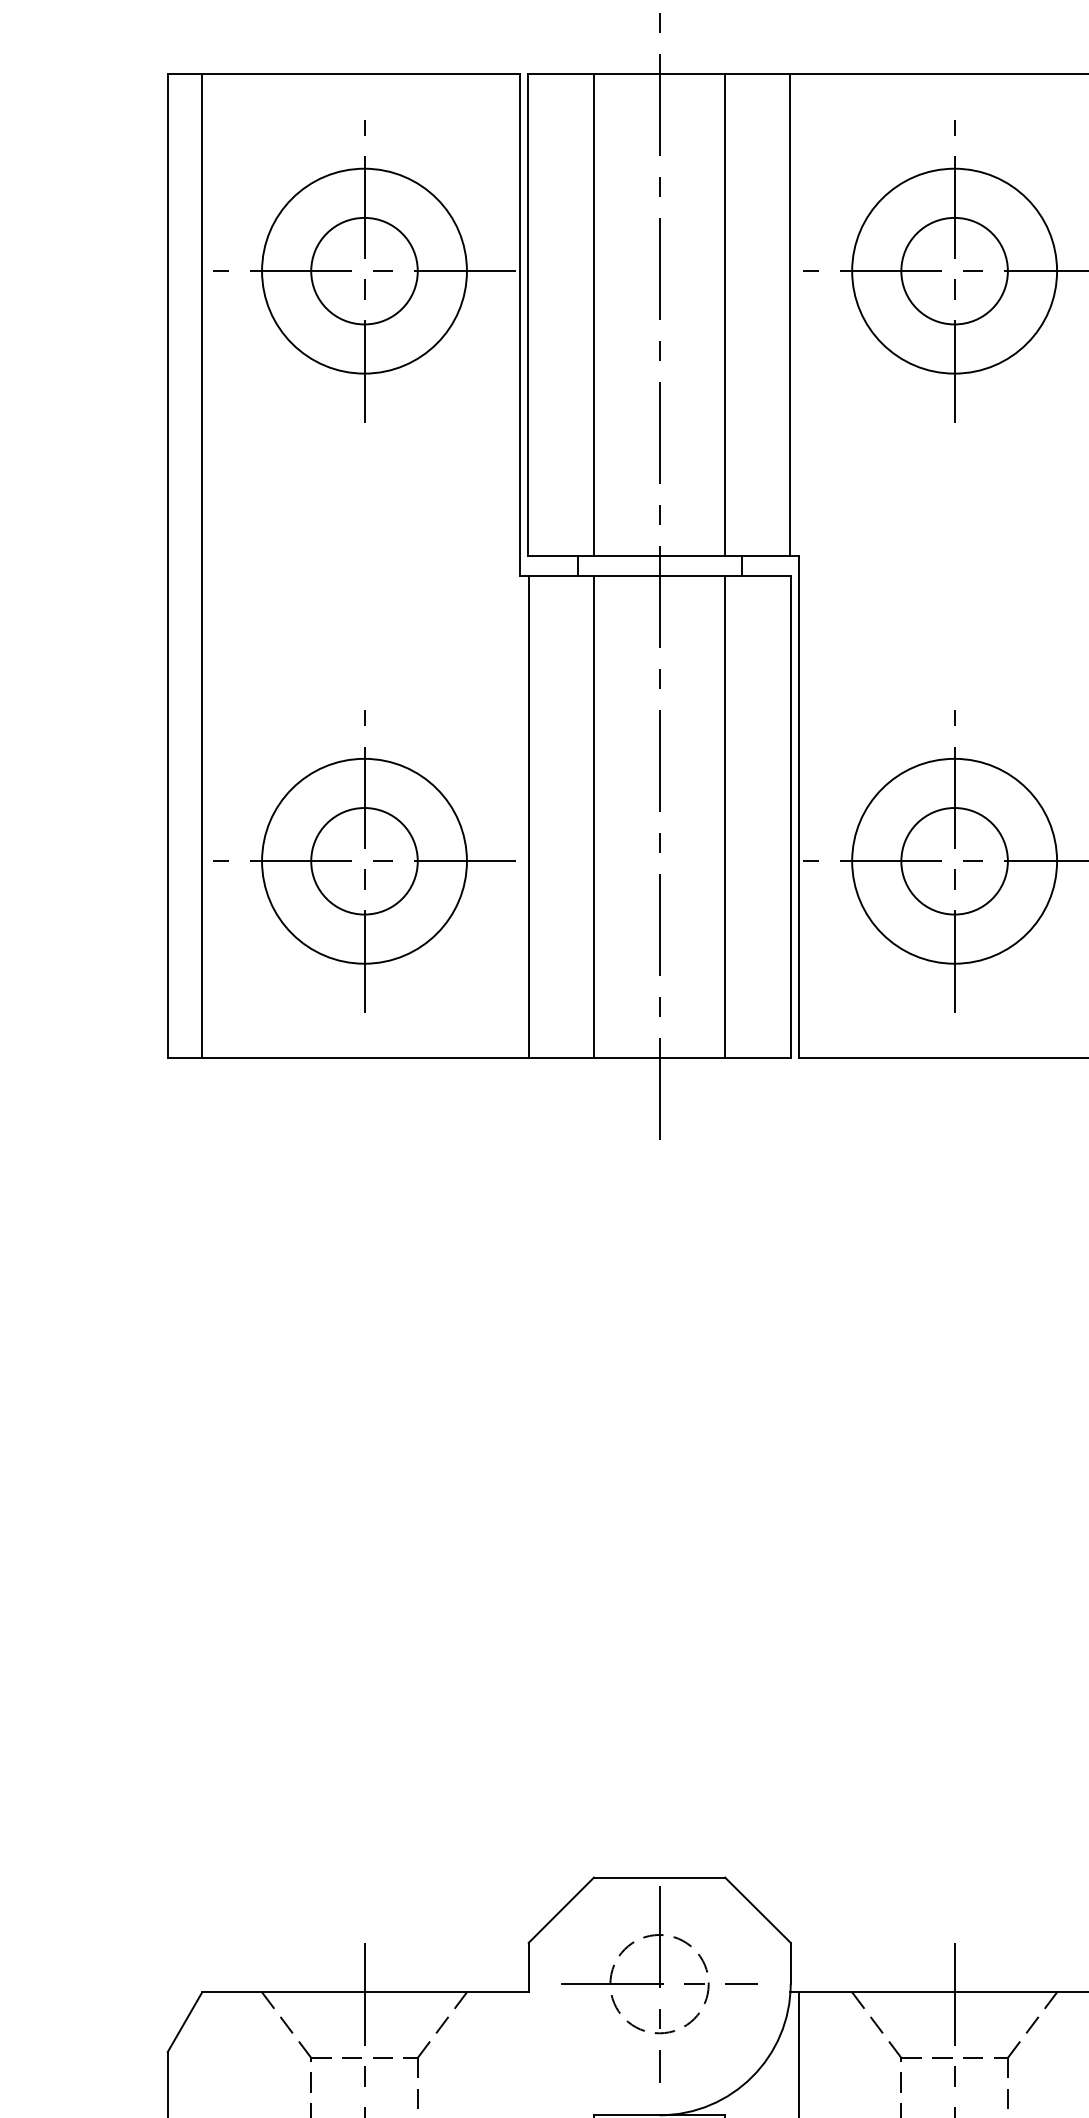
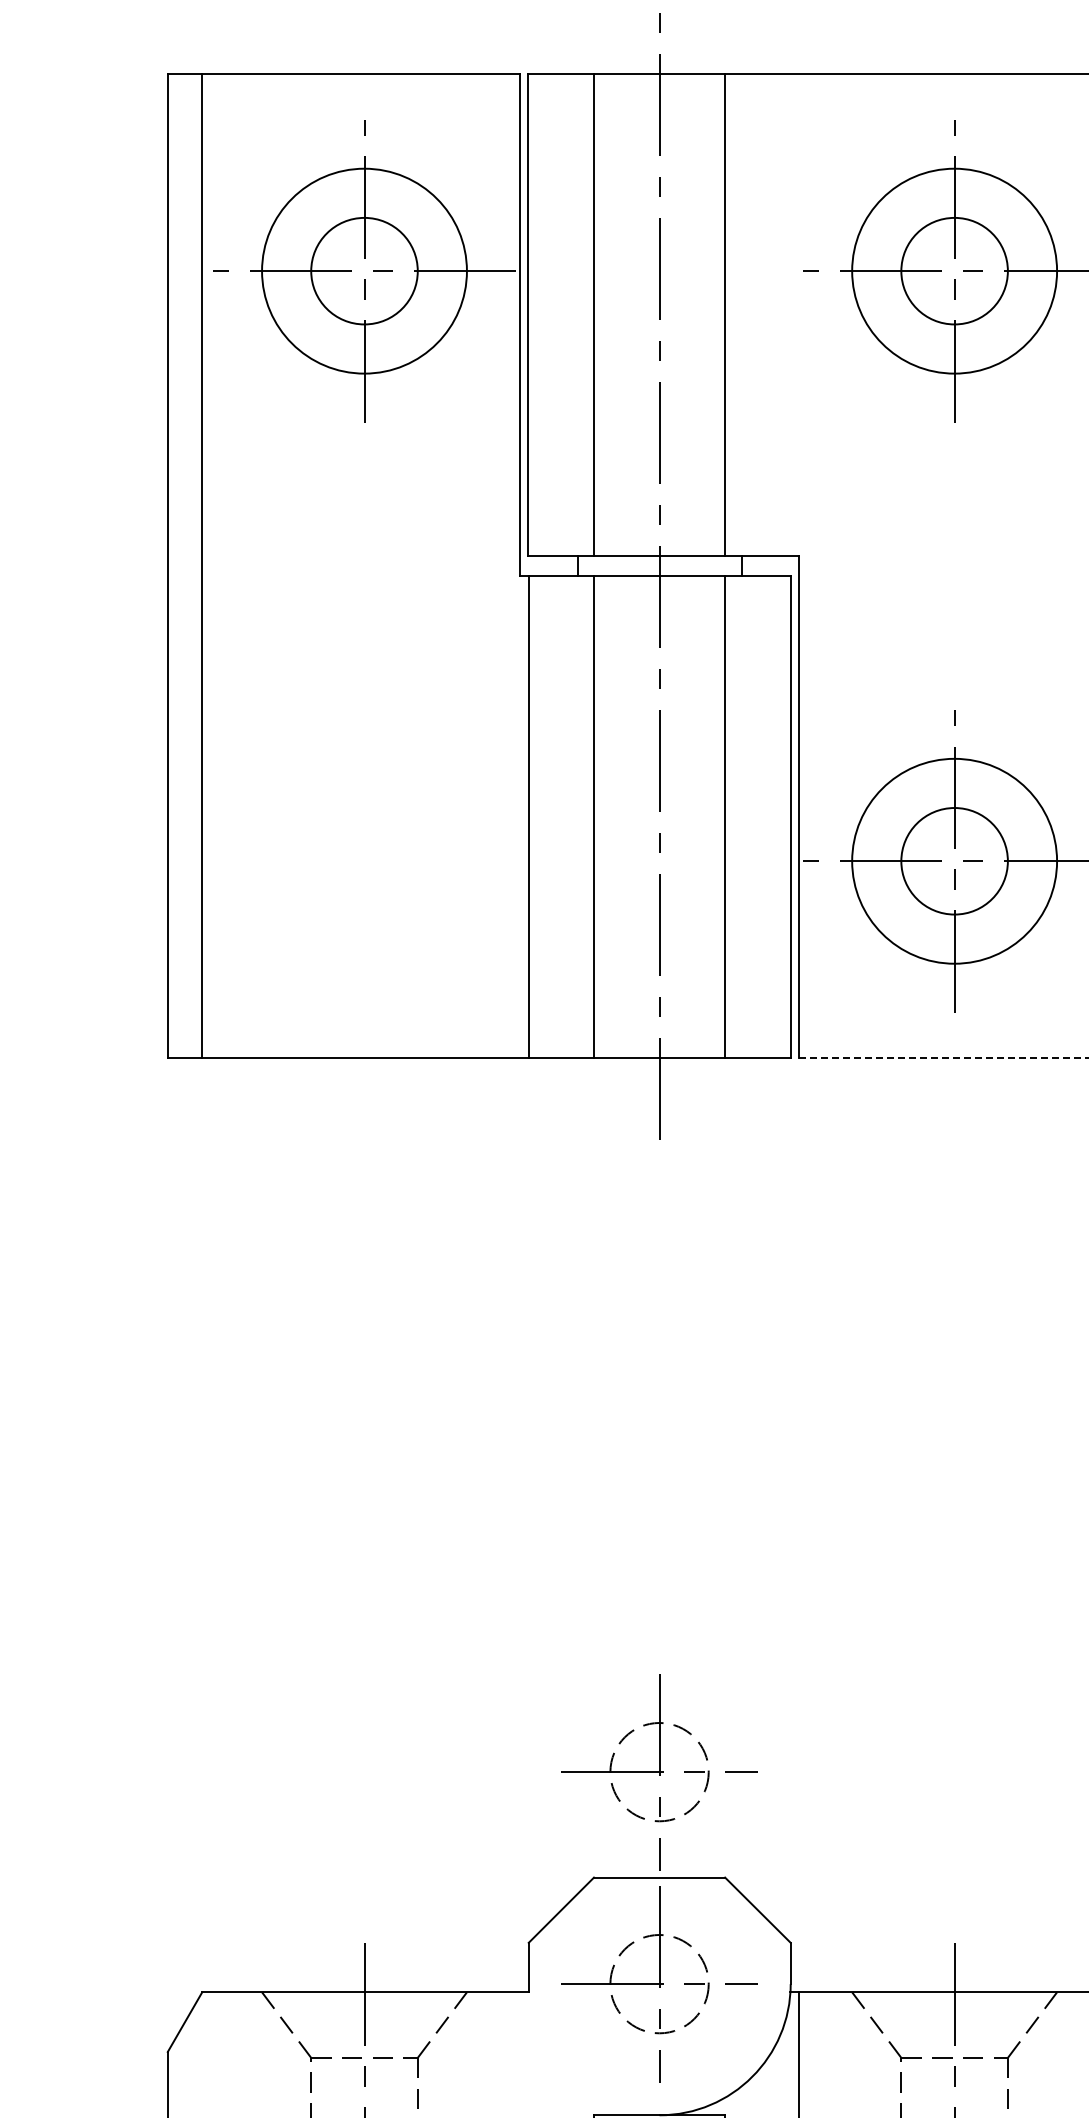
line at (790, 315): present -> none
part at (364, 861): present -> none
line at (943, 1058): solid -> dashed
part at (659, 1772): none -> present
